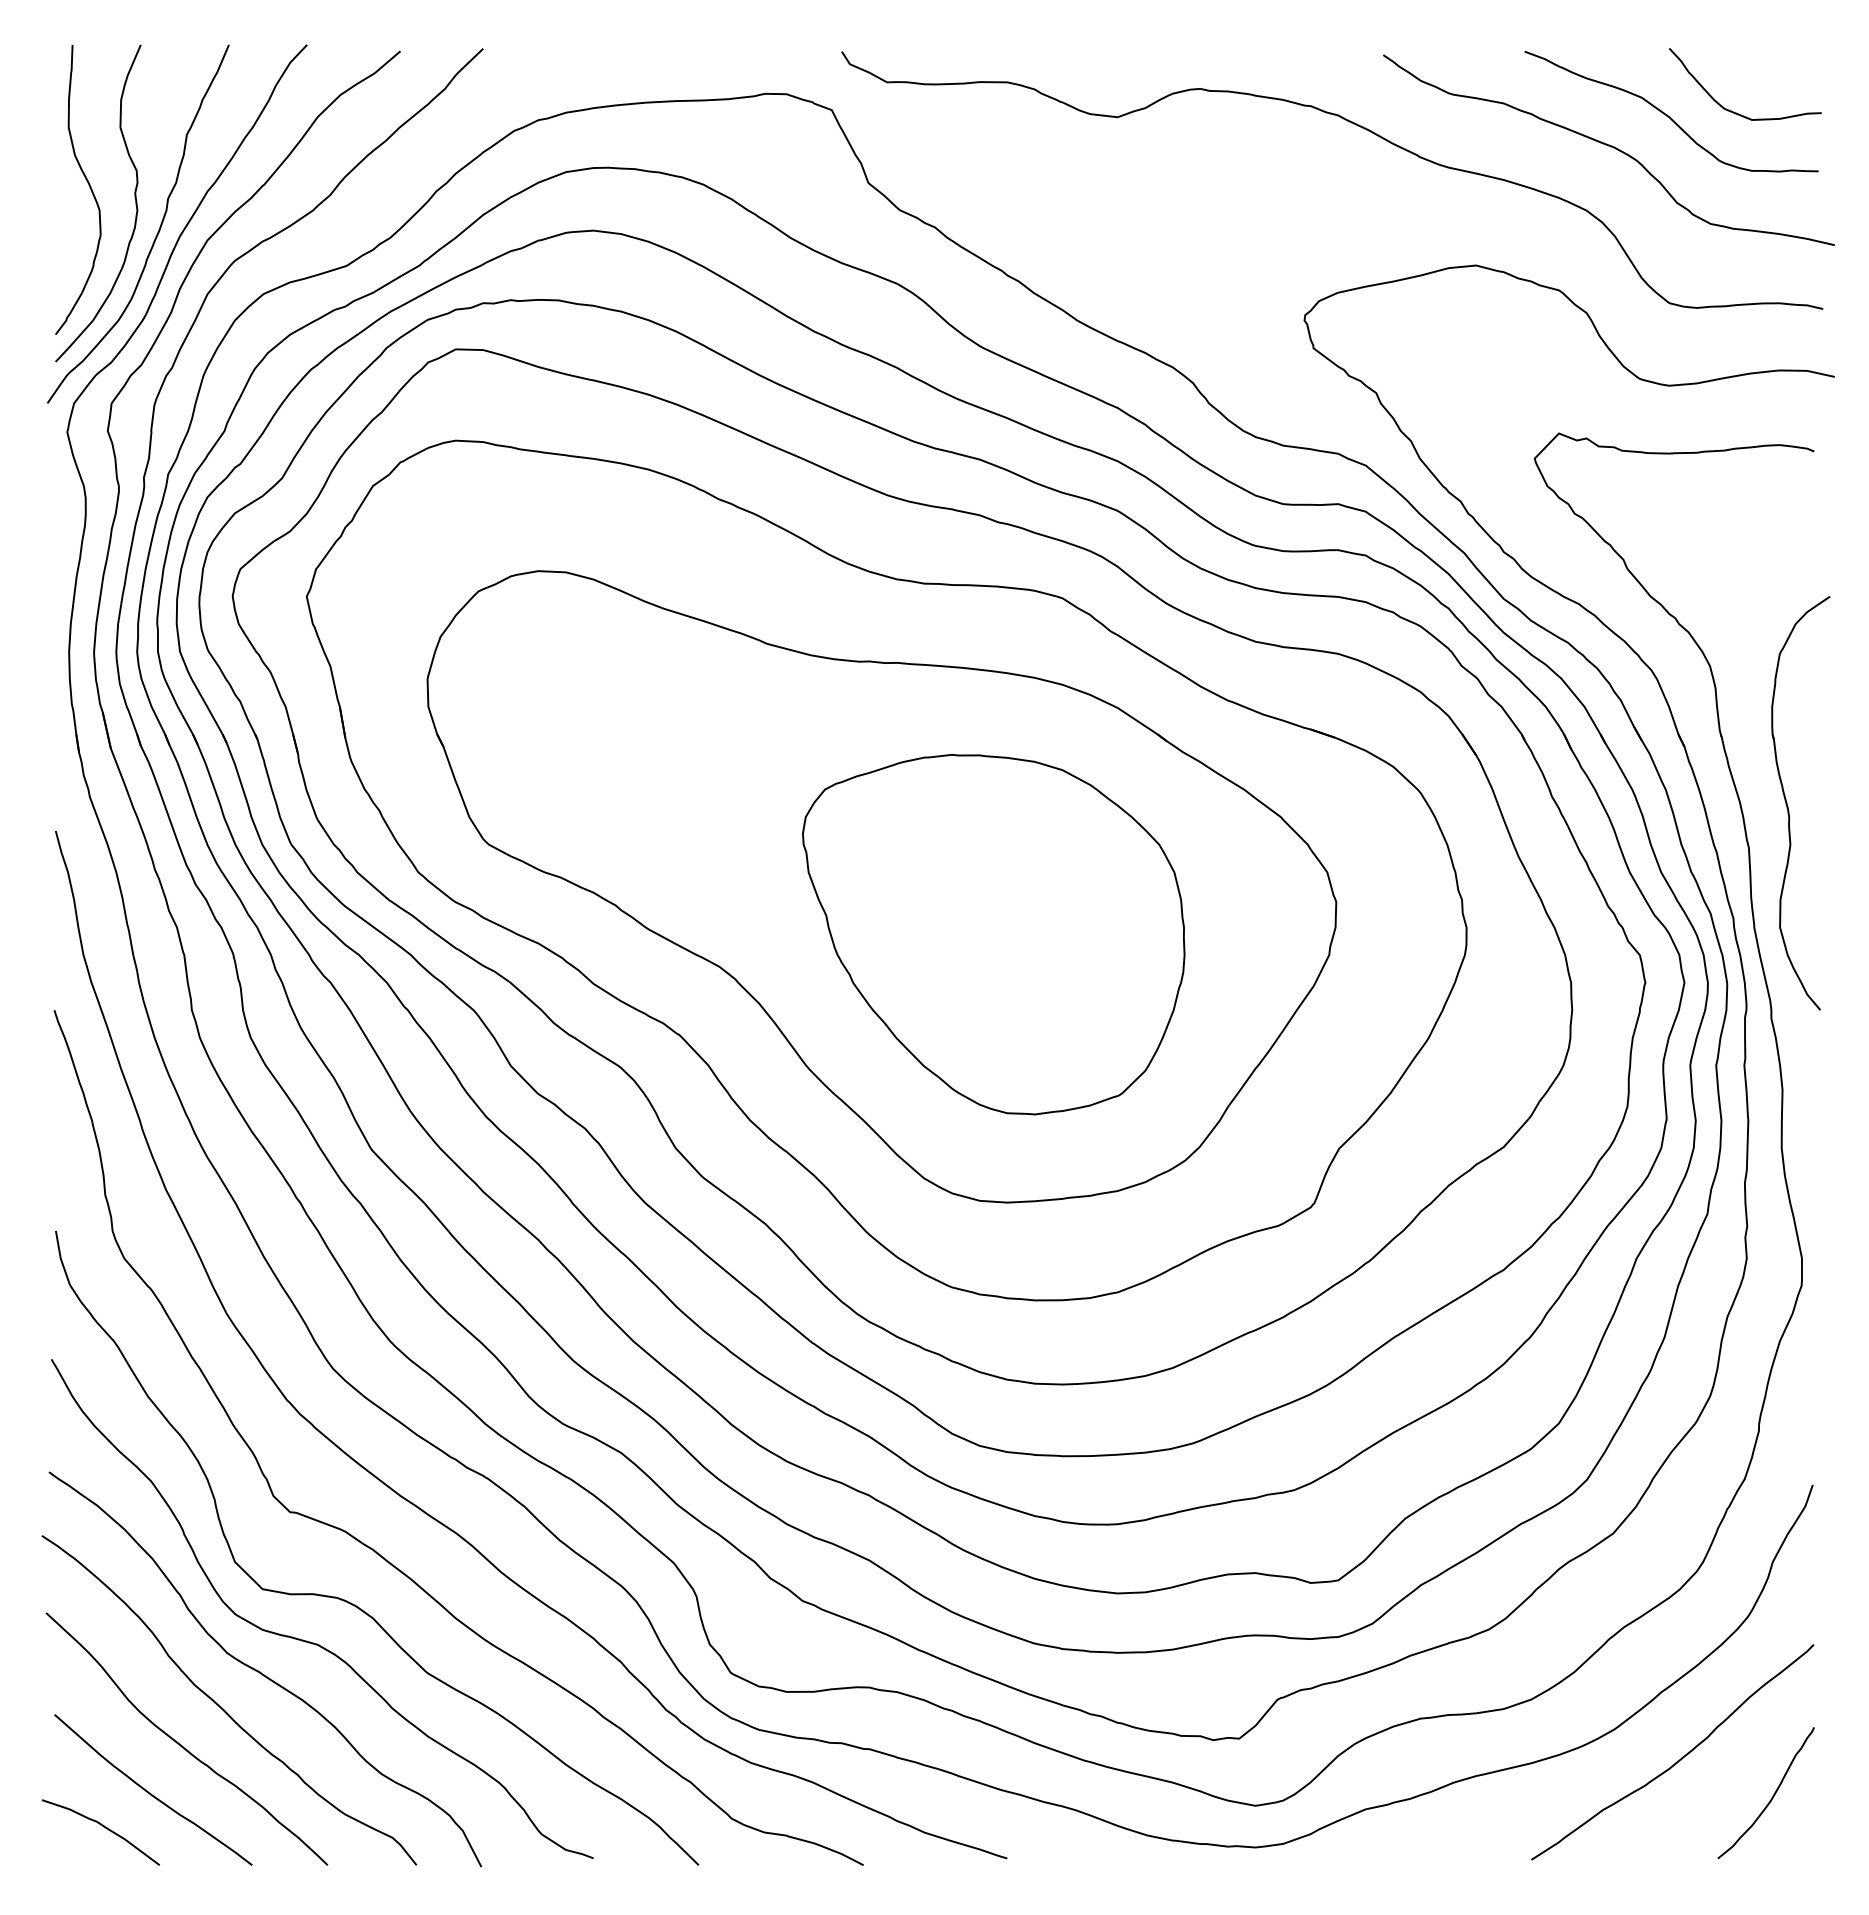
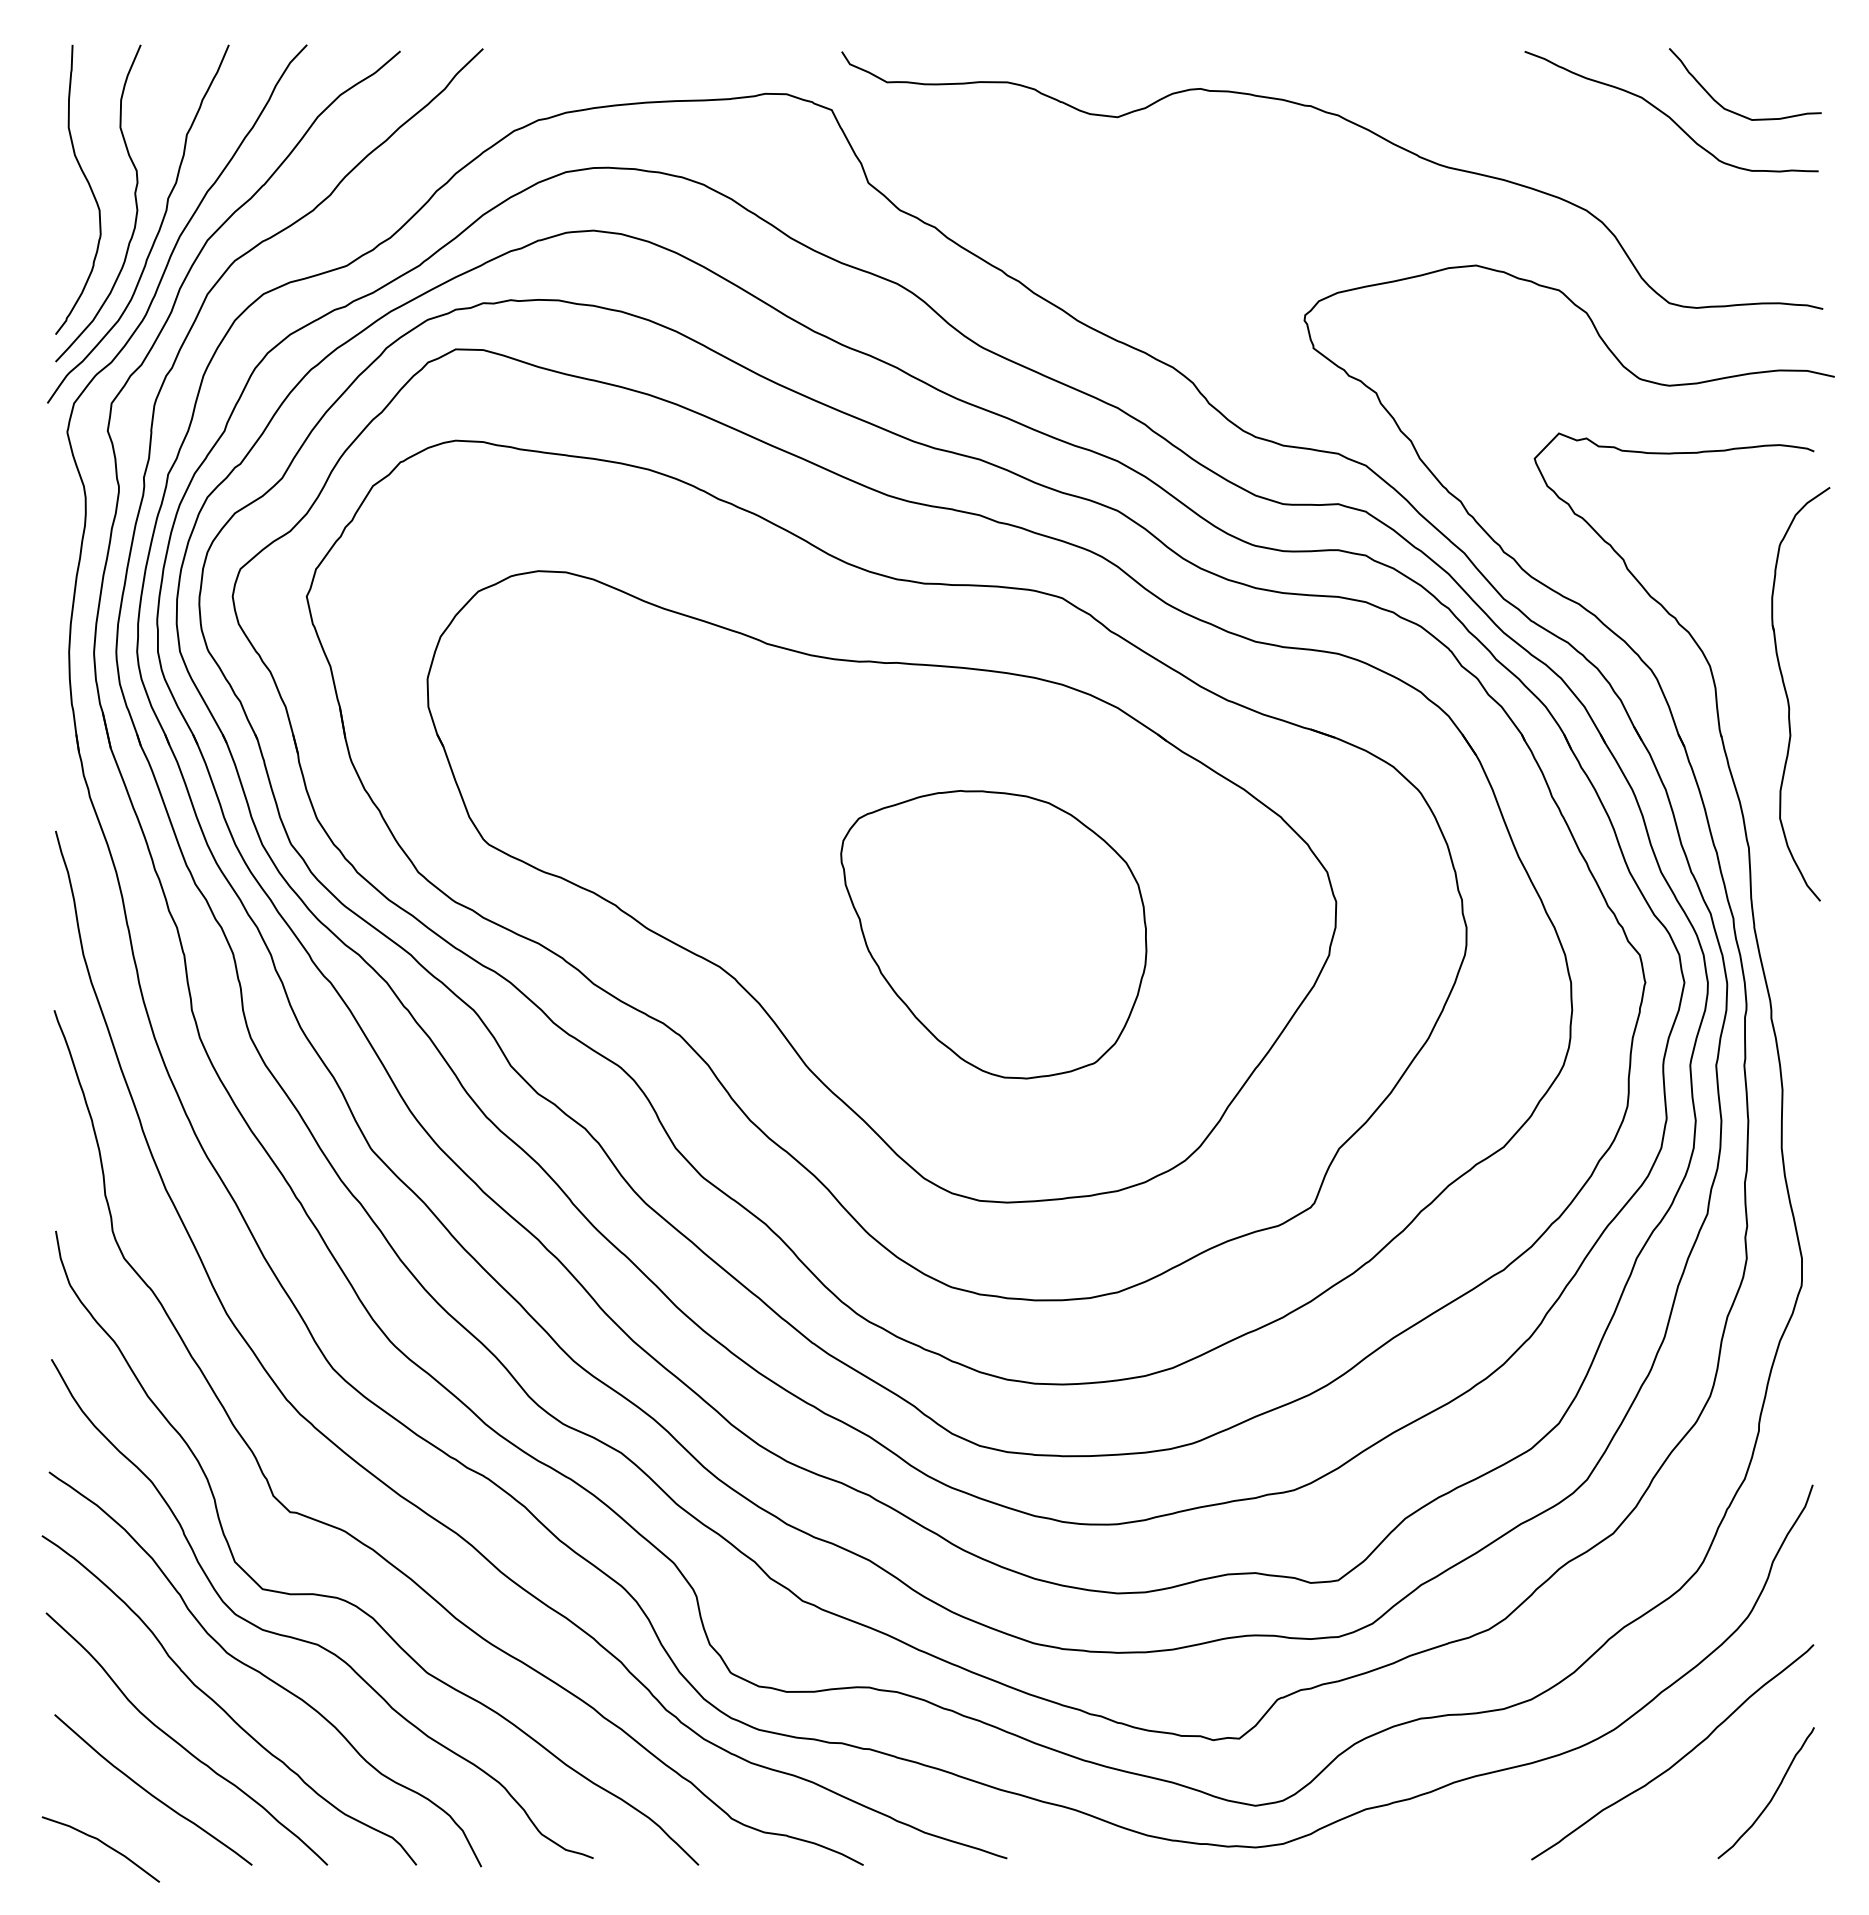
curve at (1608, 146): present -> none
part at (1788, 806) position: (1788, 806) -> (1788, 697)
part at (993, 934) size: 384x362 px -> 308x290 px
curve at (103, 1827) position: (103, 1827) -> (103, 1844)
